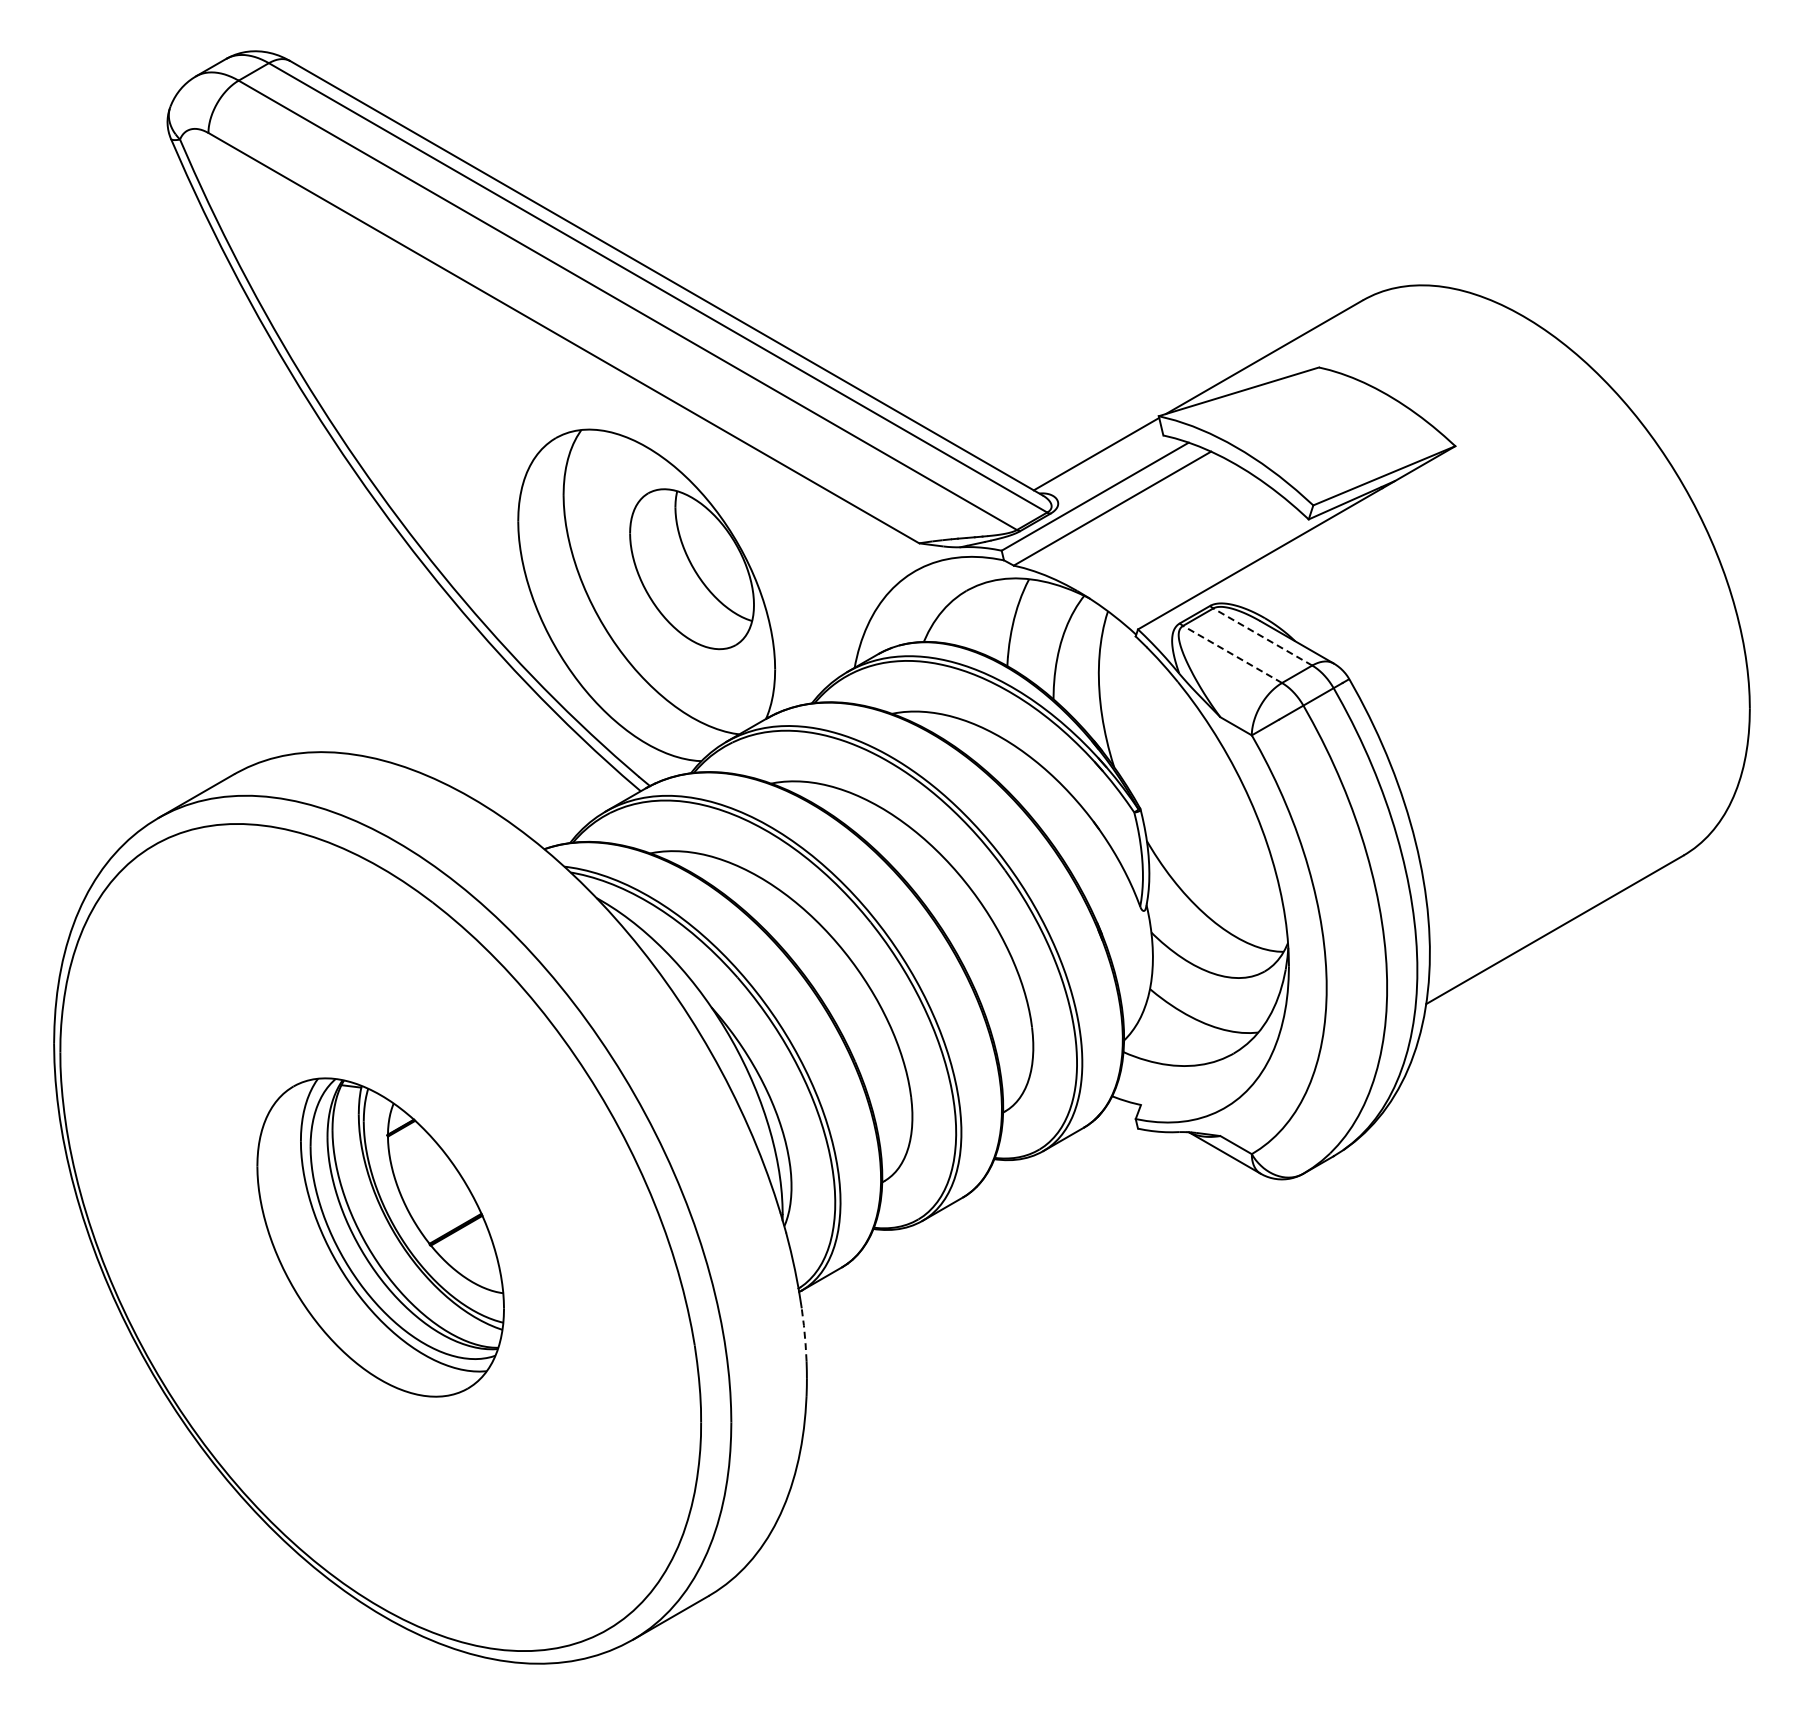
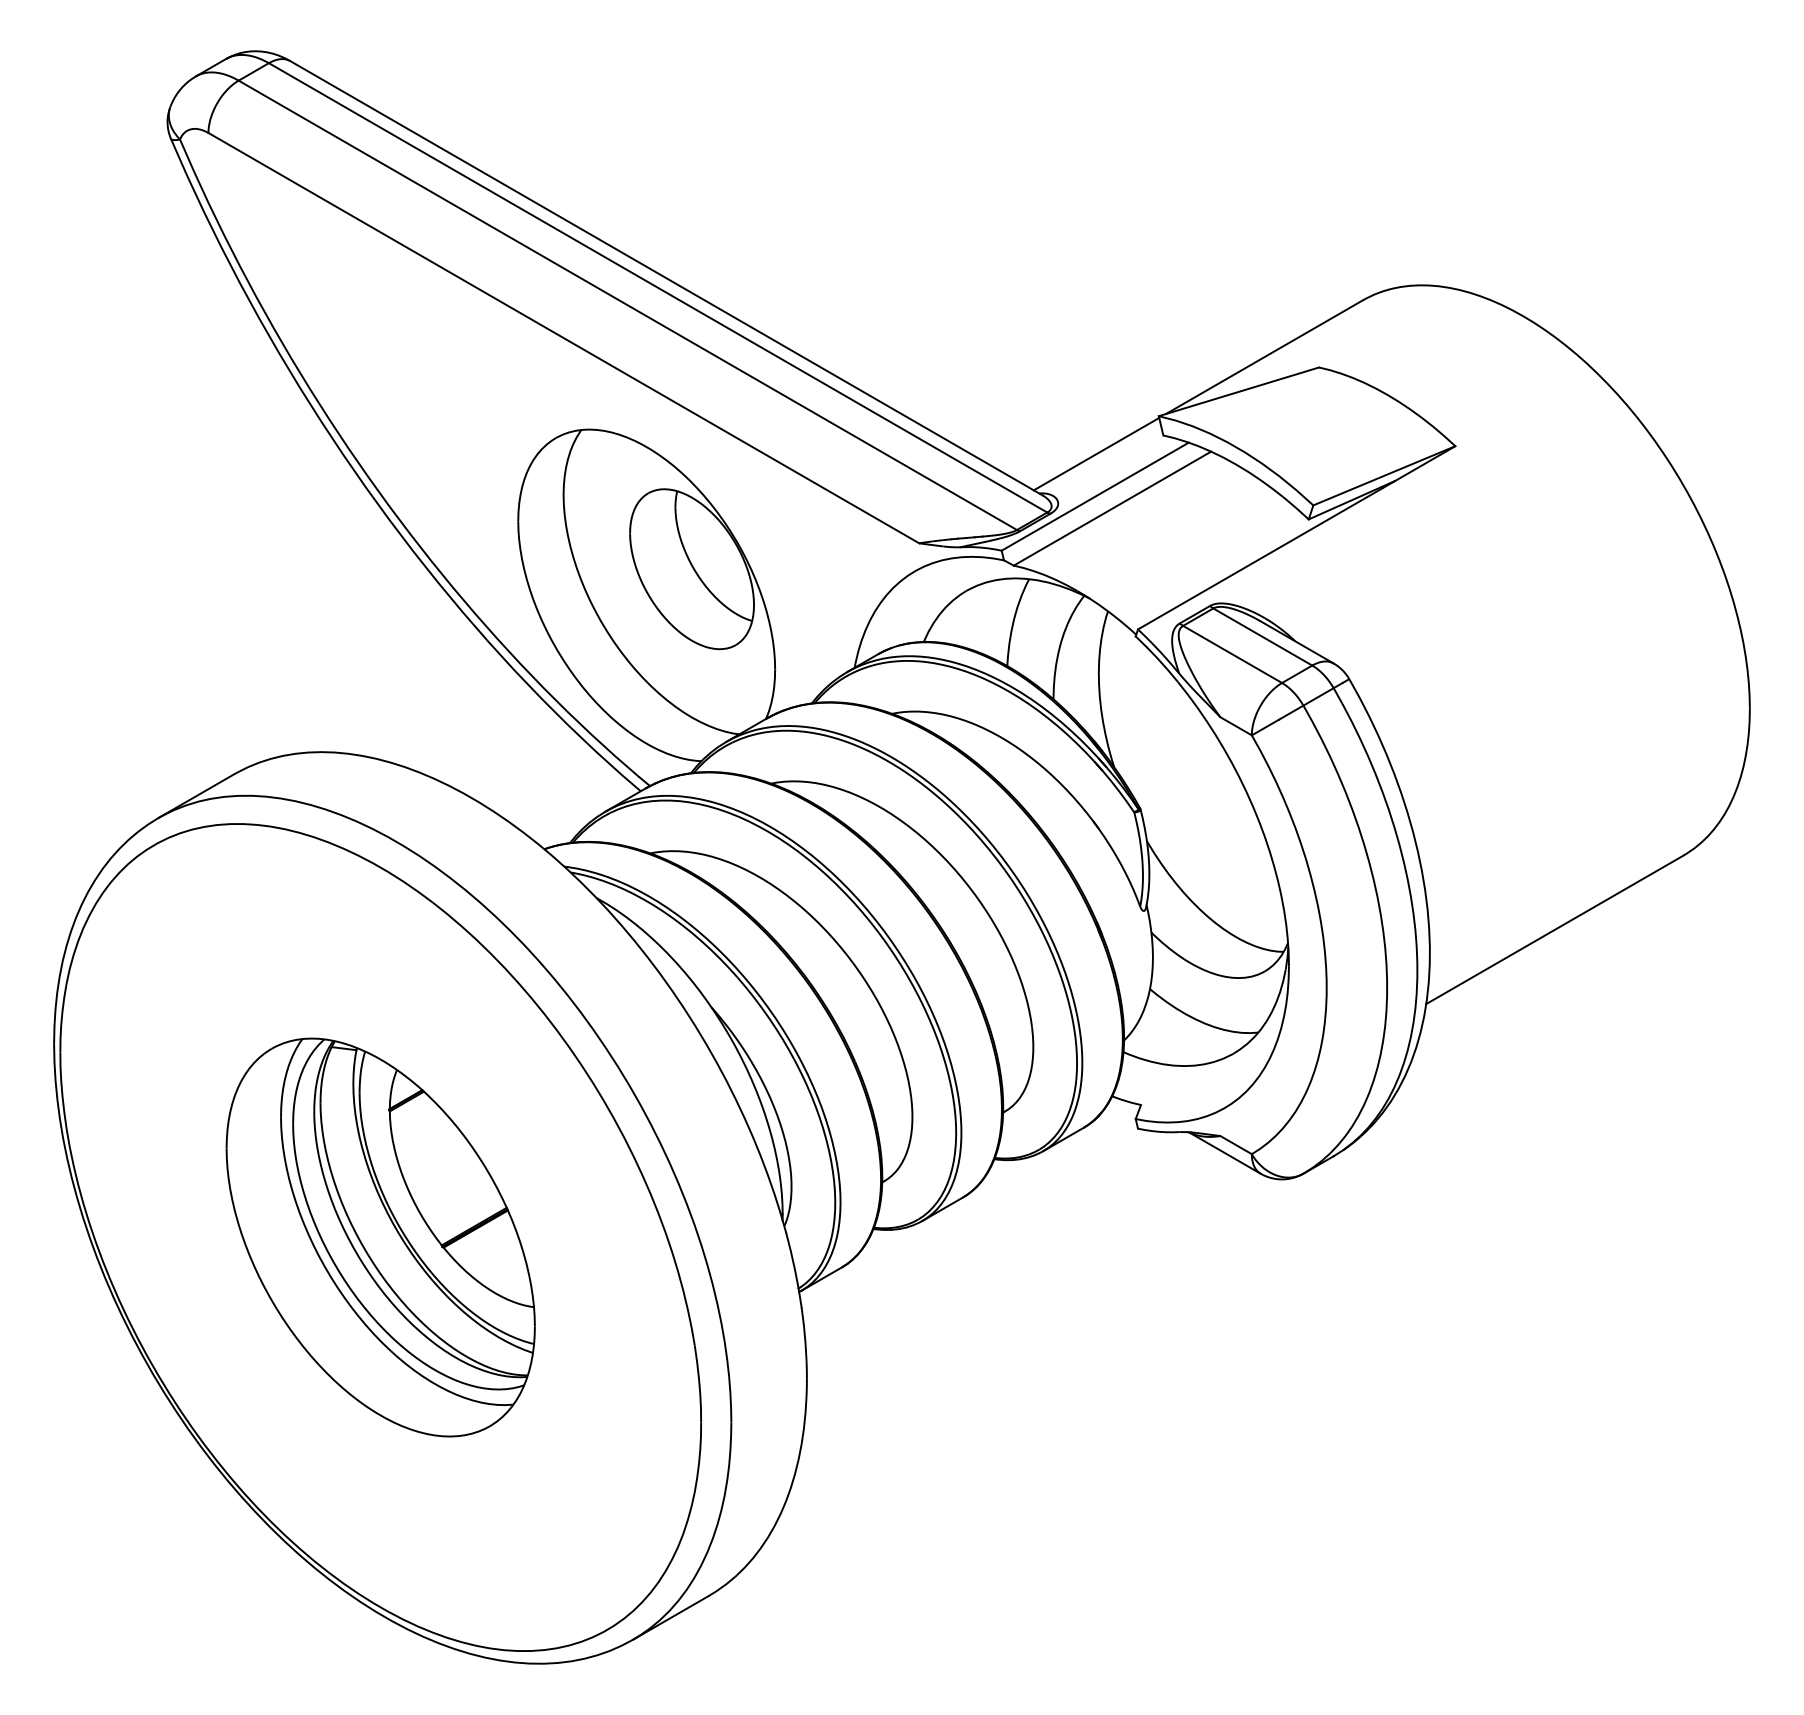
line at (1262, 636): dashed -> solid
line at (1232, 654): dashed -> solid
part at (380, 1237) size: 249x321 px -> 311x401 px
line at (804, 1334): dashed -> solid
